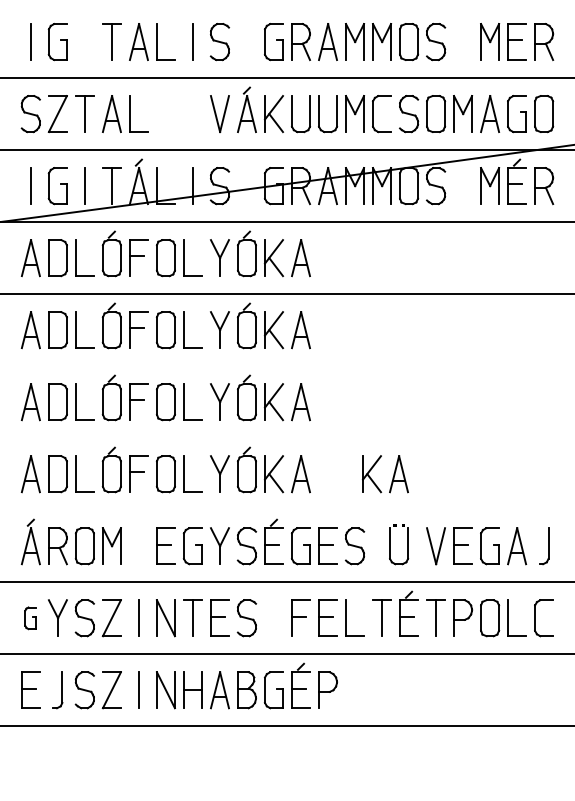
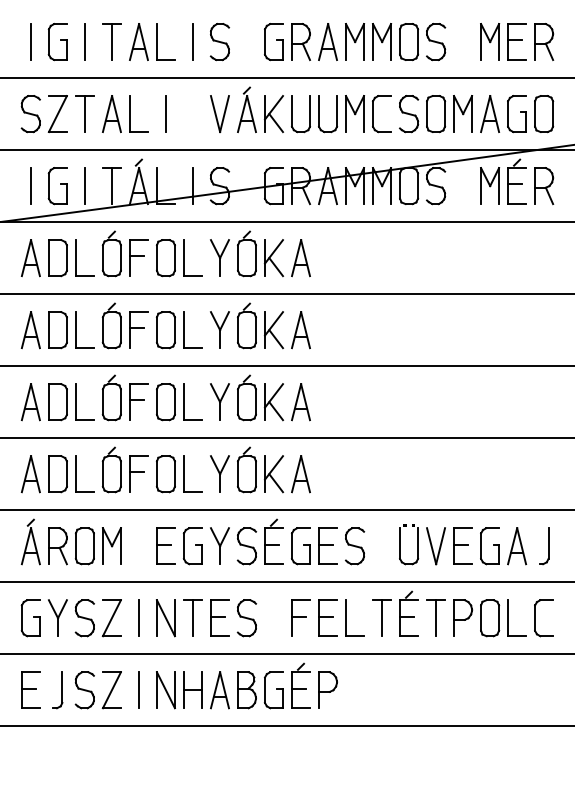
line at (85, 42): none -> present
line at (165, 113): none -> present
line at (286, 366): none -> present
line at (286, 438): none -> present
part at (392, 477): present -> none
line at (286, 510): none -> present
part at (407, 544) position: (407, 544) -> (417, 544)
part at (30, 618) size: 13x25 px -> 21x39 px
